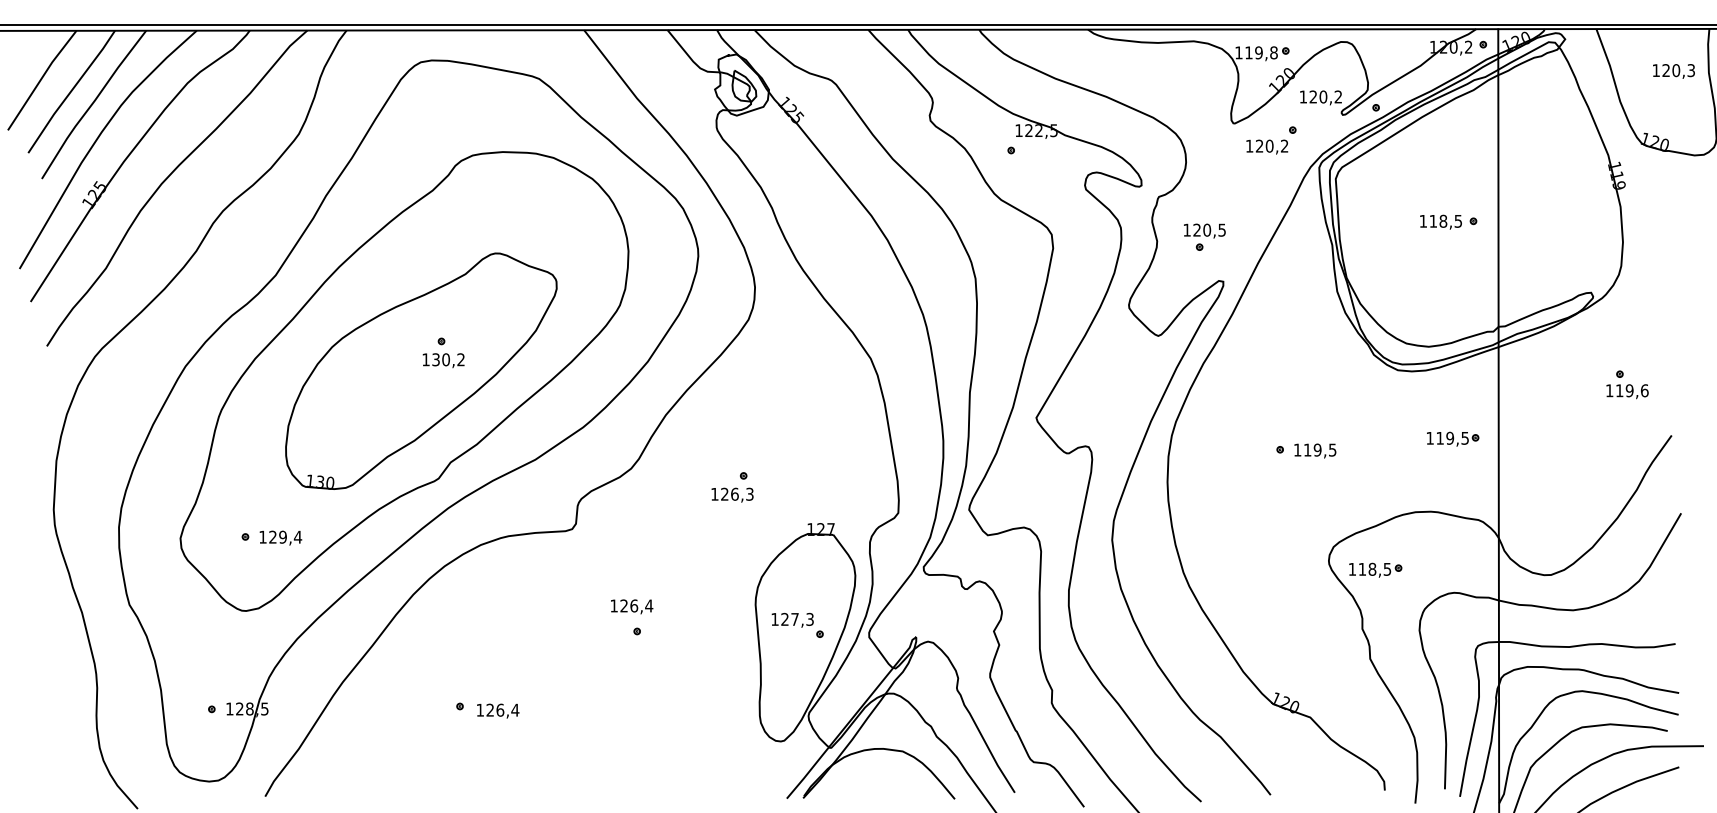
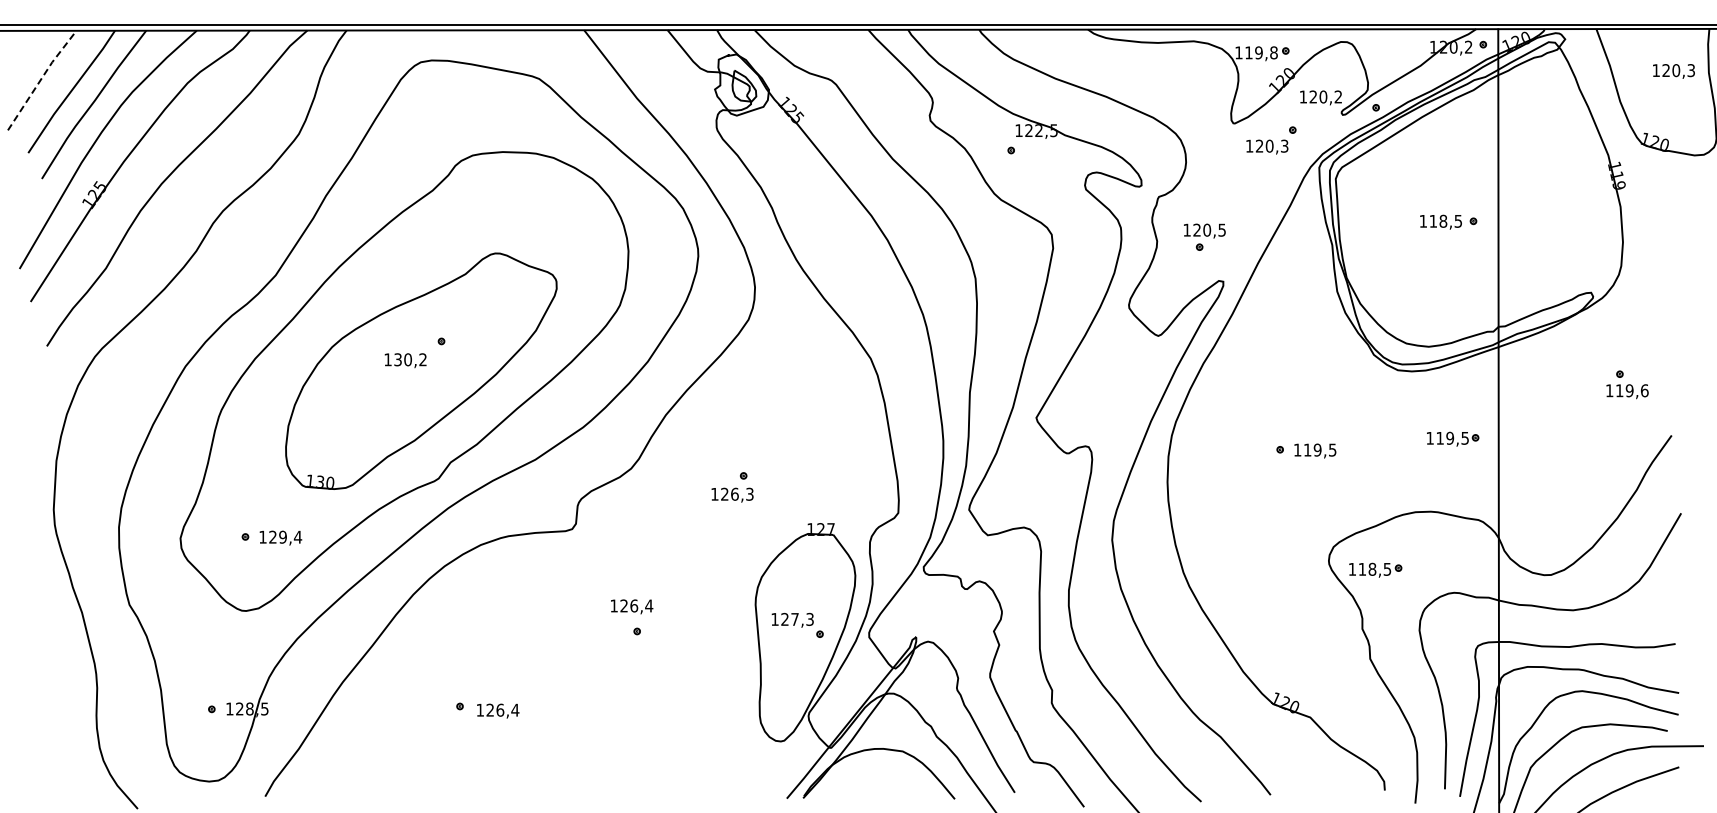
line at (41, 78): solid -> dashed
text at (1284, 146): 120,2 -> 120,3
text at (443, 360) position: (443, 360) -> (405, 360)
